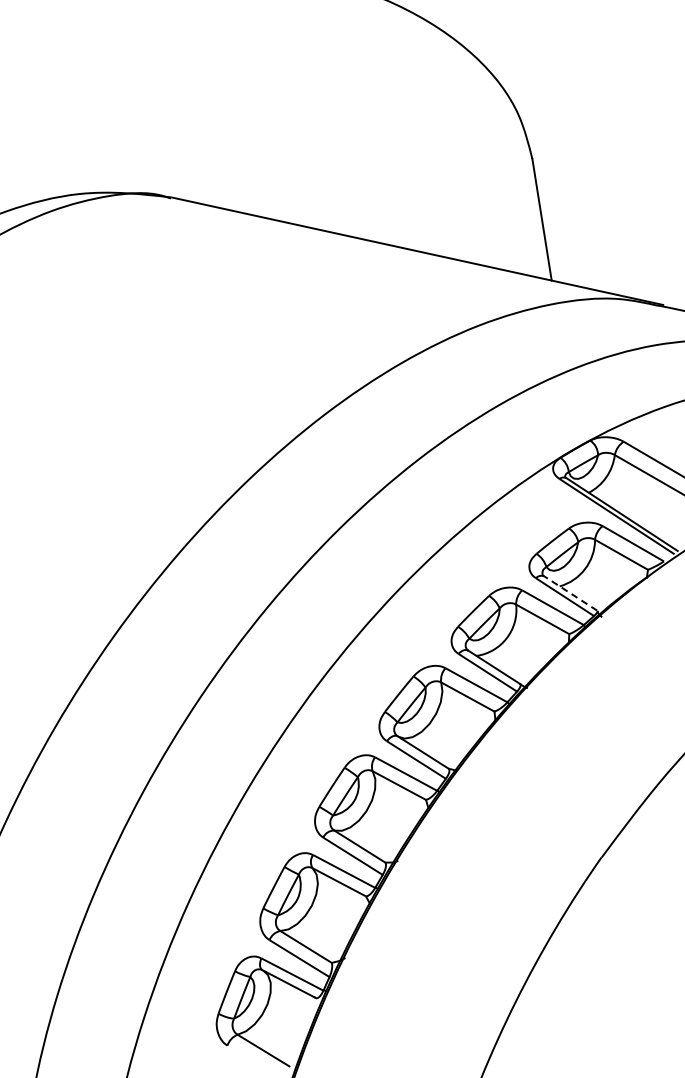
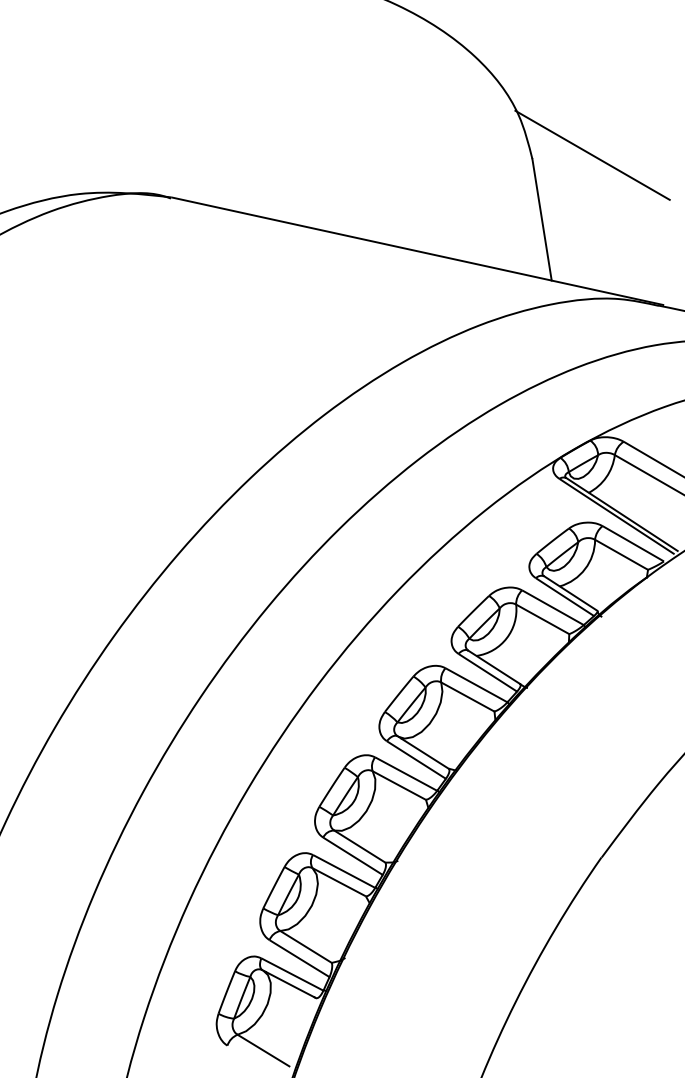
line at (592, 154): none -> present
line at (570, 593): dashed -> solid
